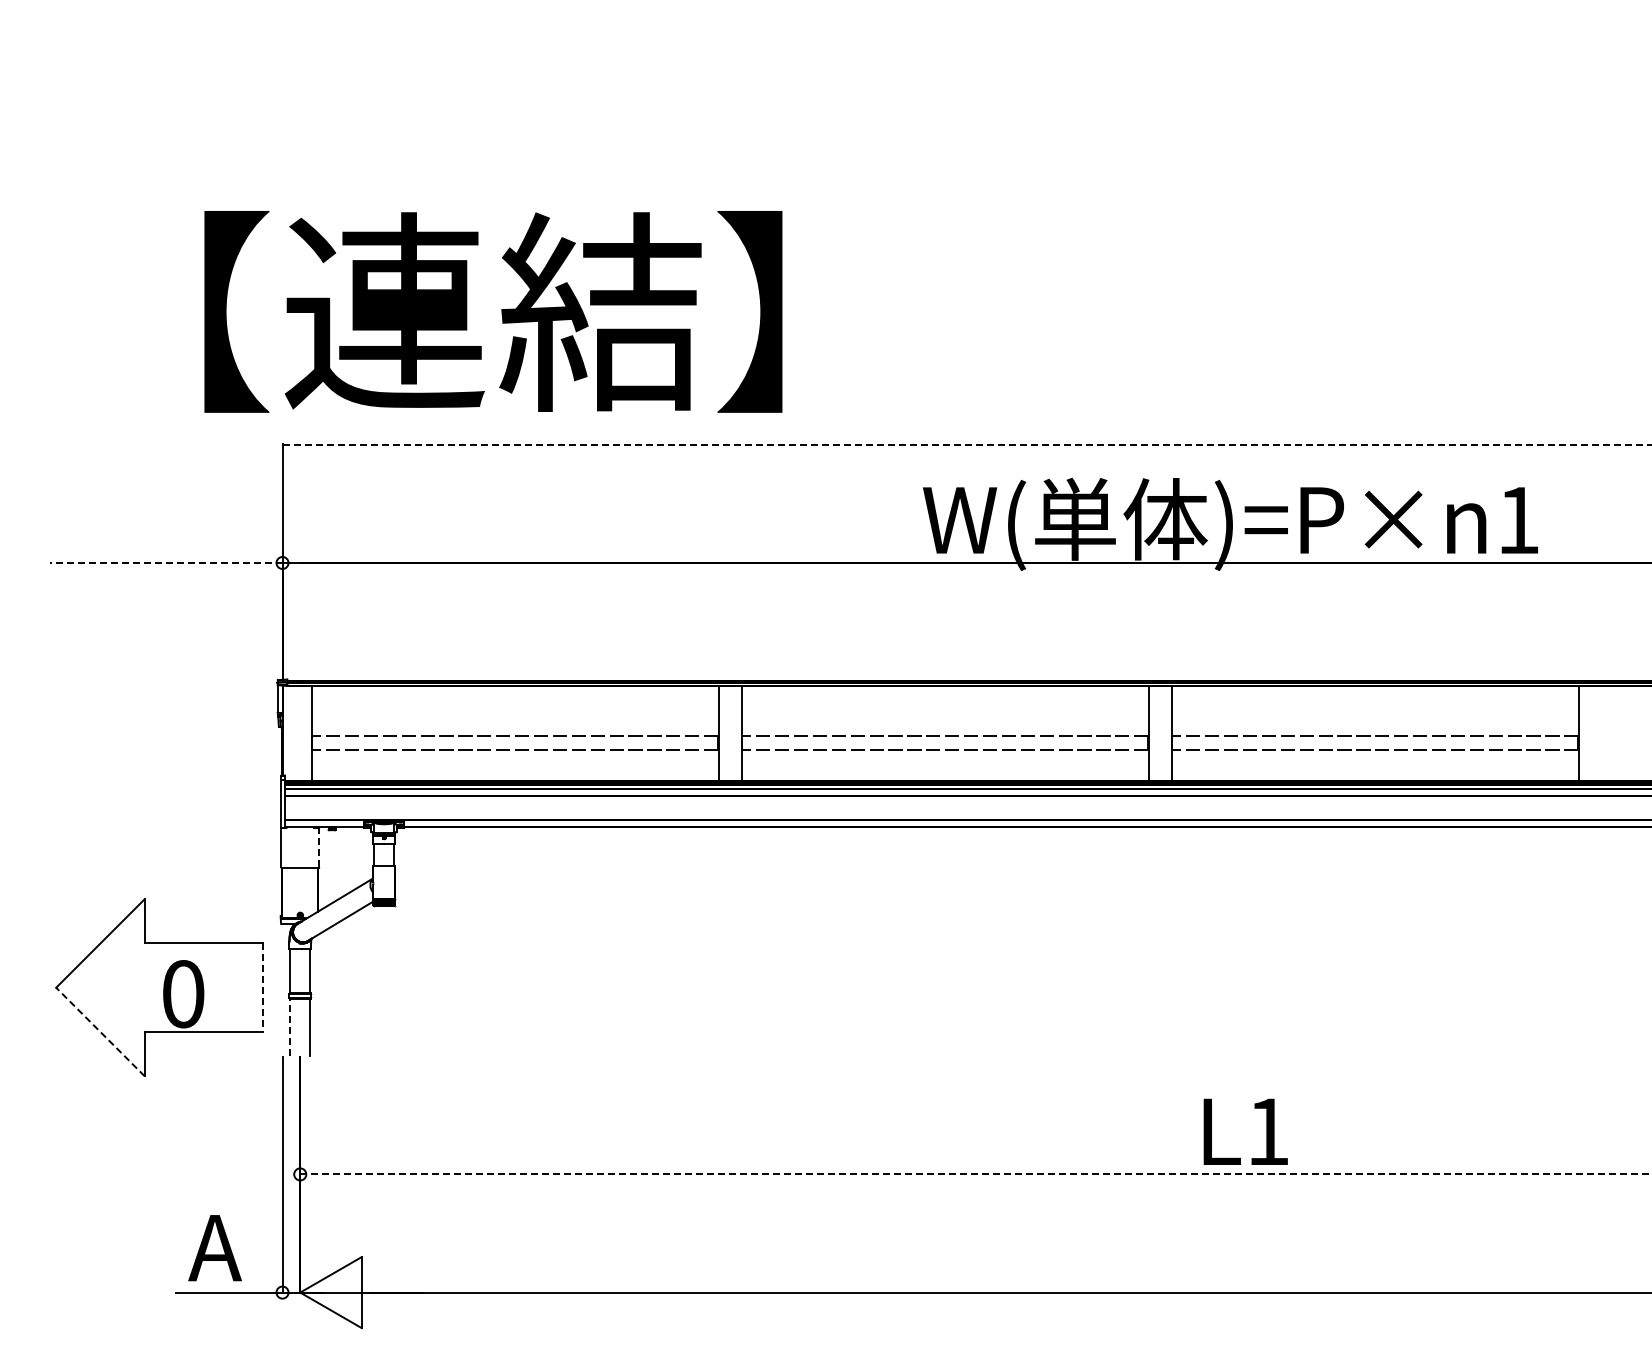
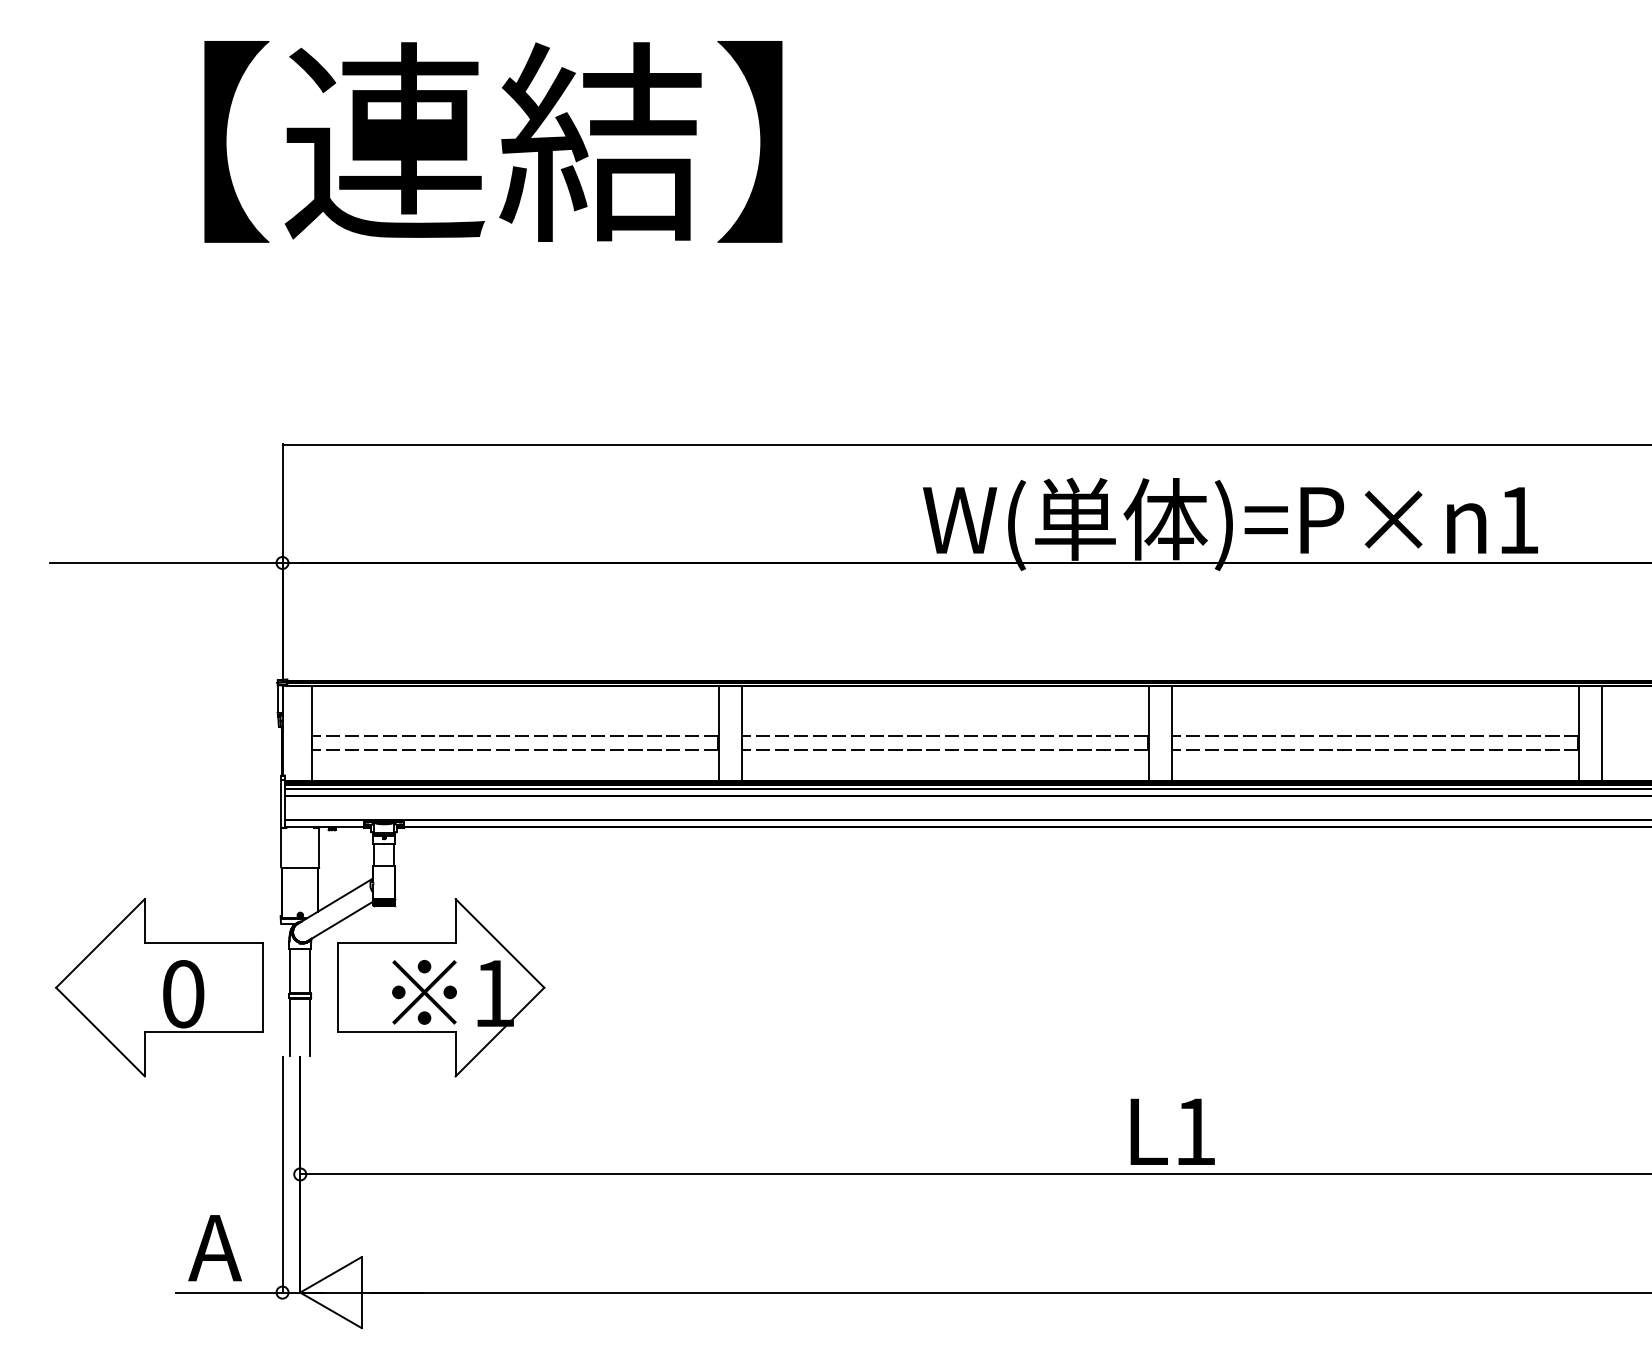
text at (493, 311) position: (493, 311) -> (493, 141)
line at (967, 444): dashed -> solid
line at (165, 563): dashed -> solid
line at (1602, 733): none -> present
line at (319, 847): dashed -> solid
part at (441, 987): none -> present
line at (262, 988): dashed -> solid
line at (290, 1027): dashed -> solid
line at (100, 1032): dashed -> solid
text at (1245, 1131) position: (1245, 1131) -> (1172, 1131)
line at (975, 1174): dashed -> solid
